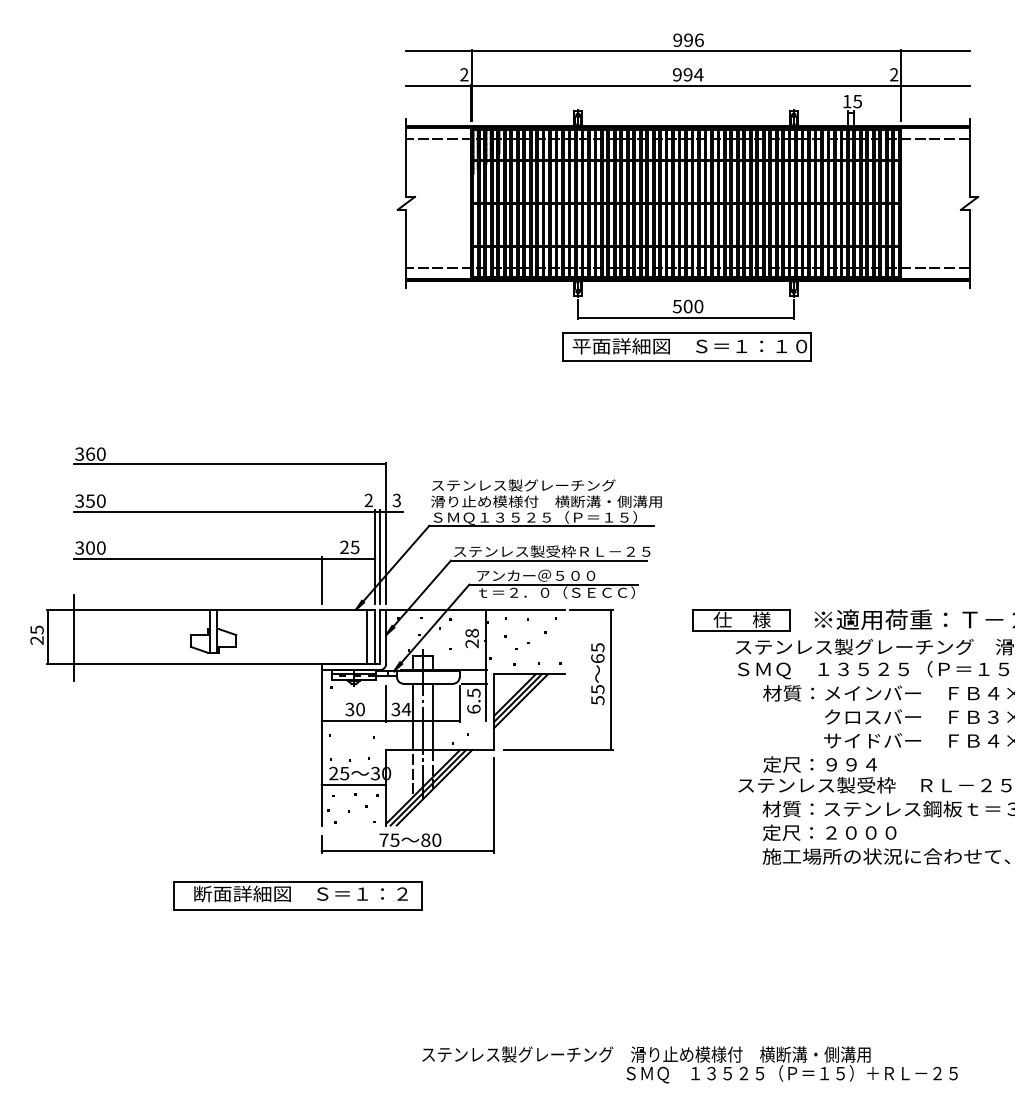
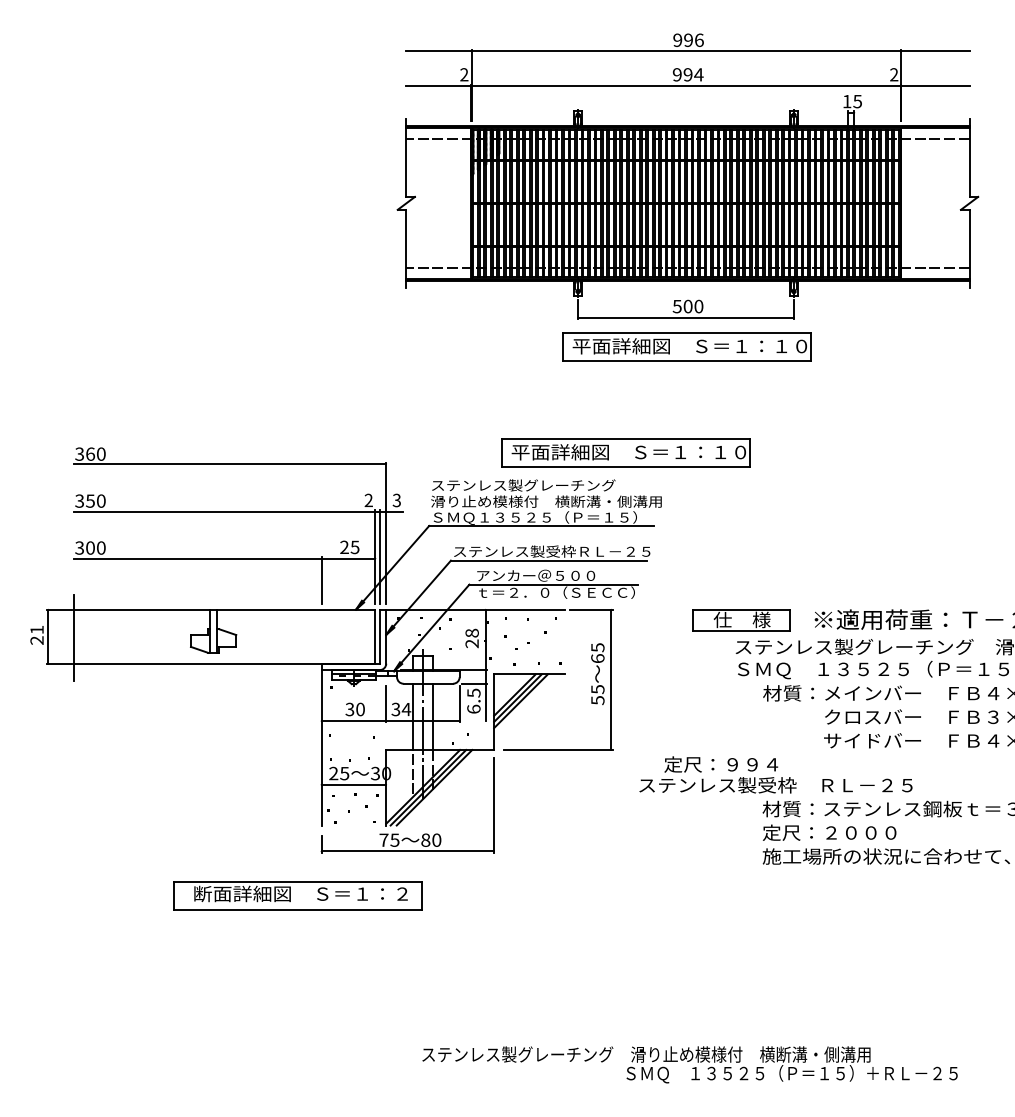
part at (625, 452): none -> present
text at (36, 629): 25 -> 21
line at (366, 636): present -> none
text at (874, 774) position: (874, 774) -> (775, 774)
